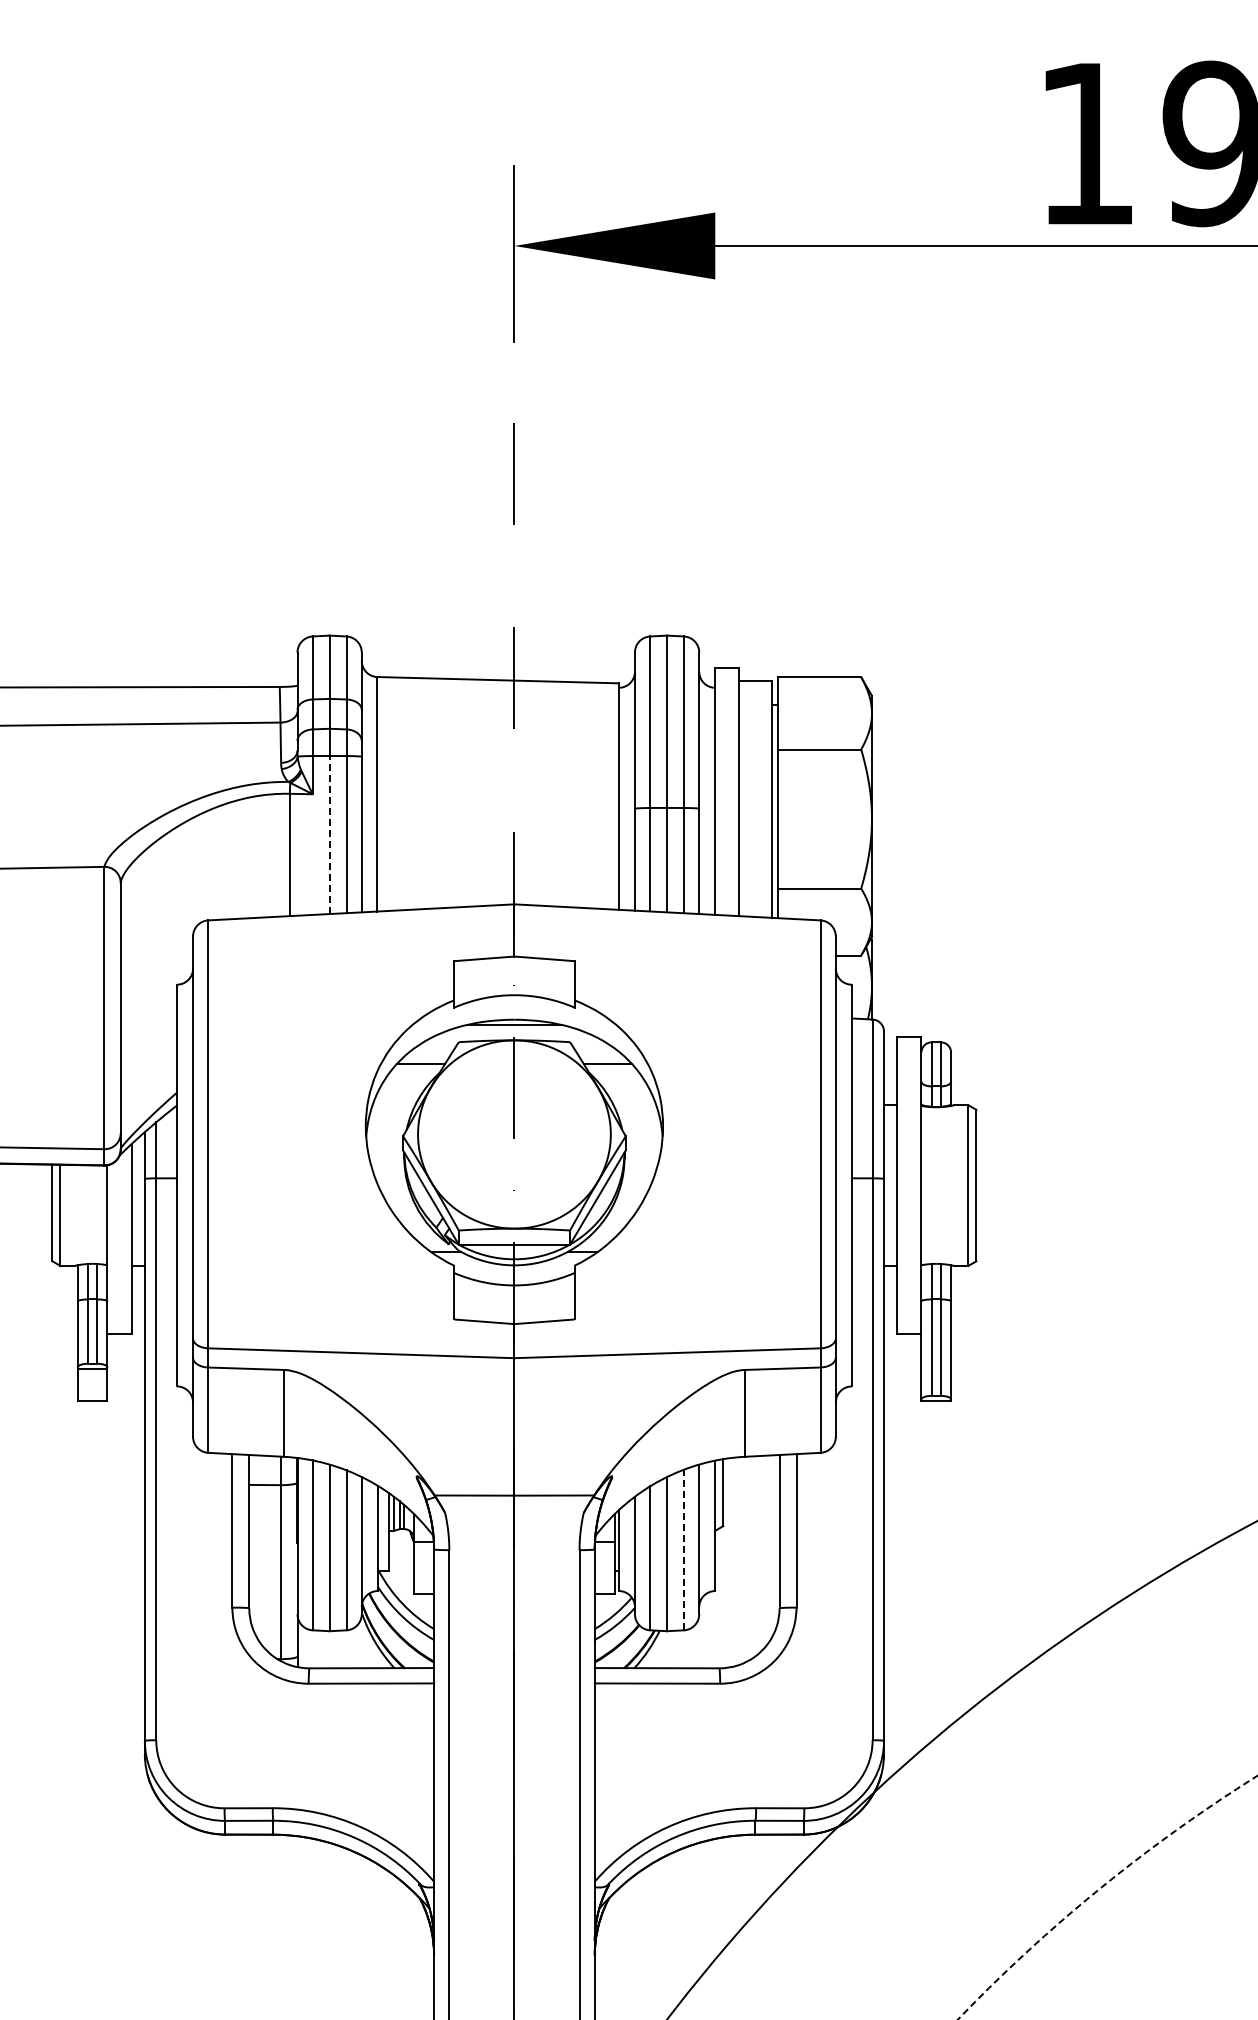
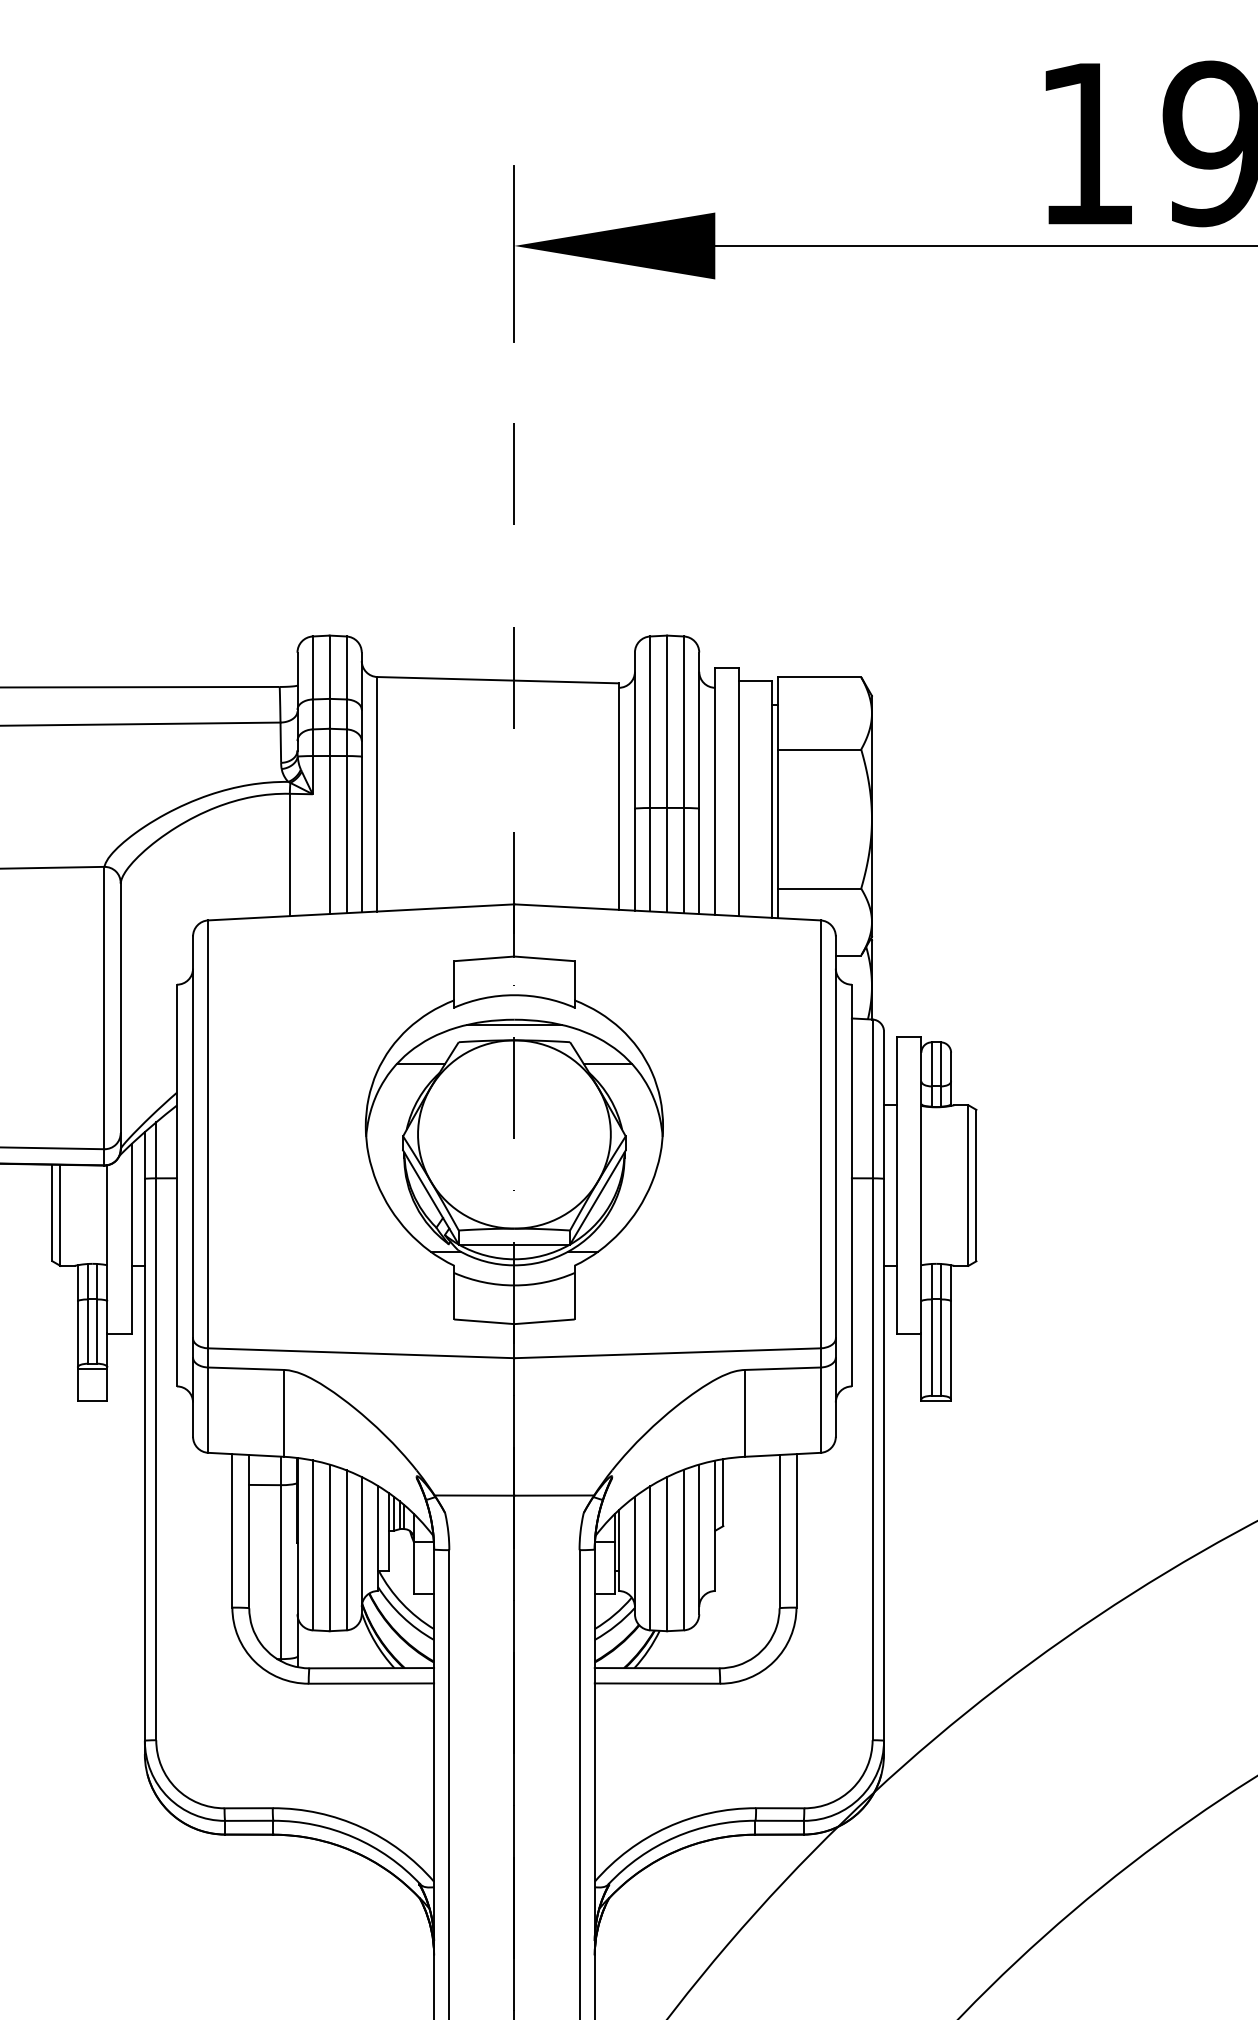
line at (329, 834): dashed -> solid
line at (684, 1549): dashed -> solid
arc at (1101, 1887): dashed -> solid
